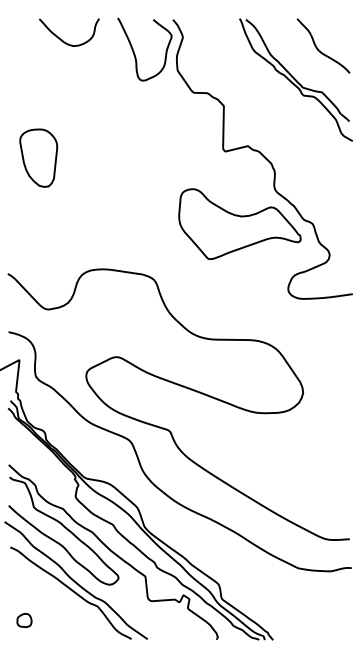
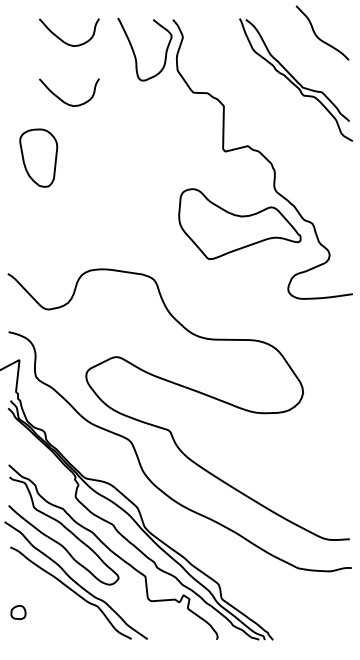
part at (323, 45) position: (323, 45) -> (322, 32)
curve at (62, 99): none -> present
part at (24, 620) position: (24, 620) -> (18, 612)
